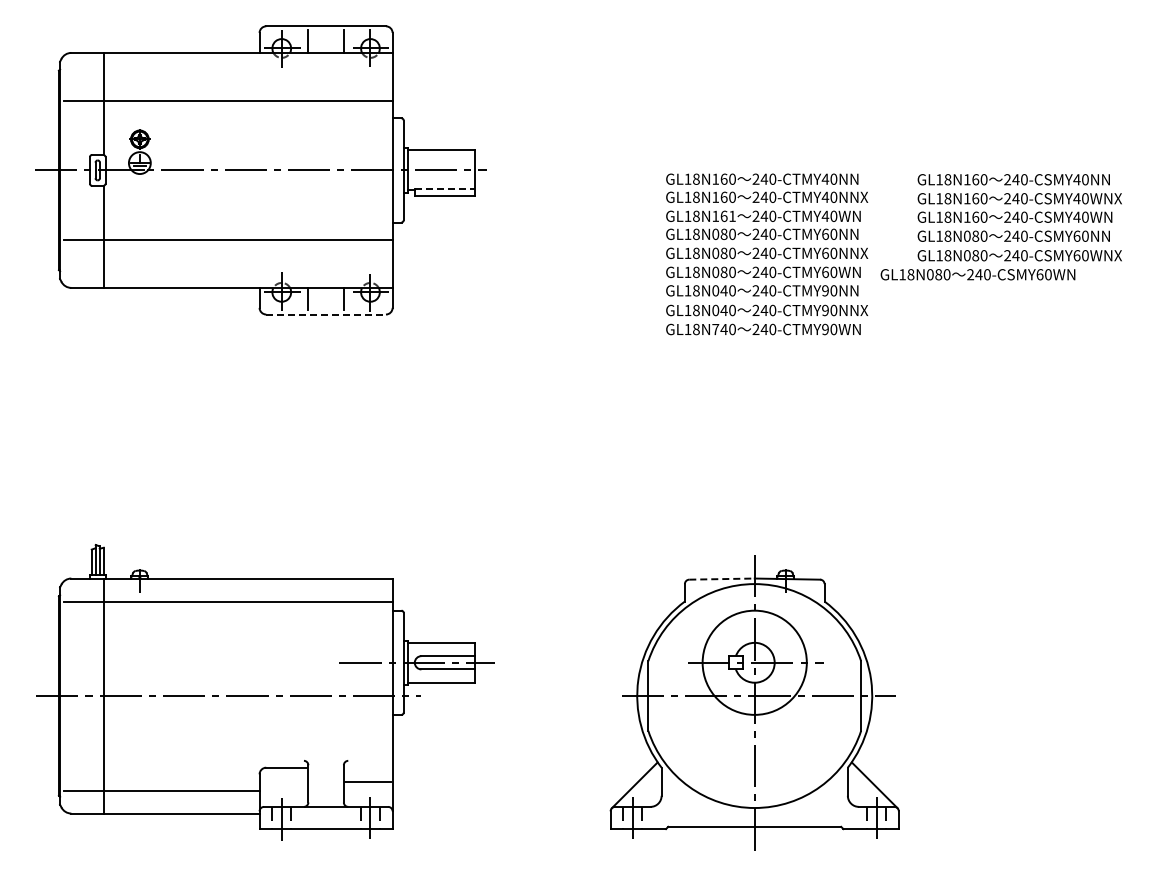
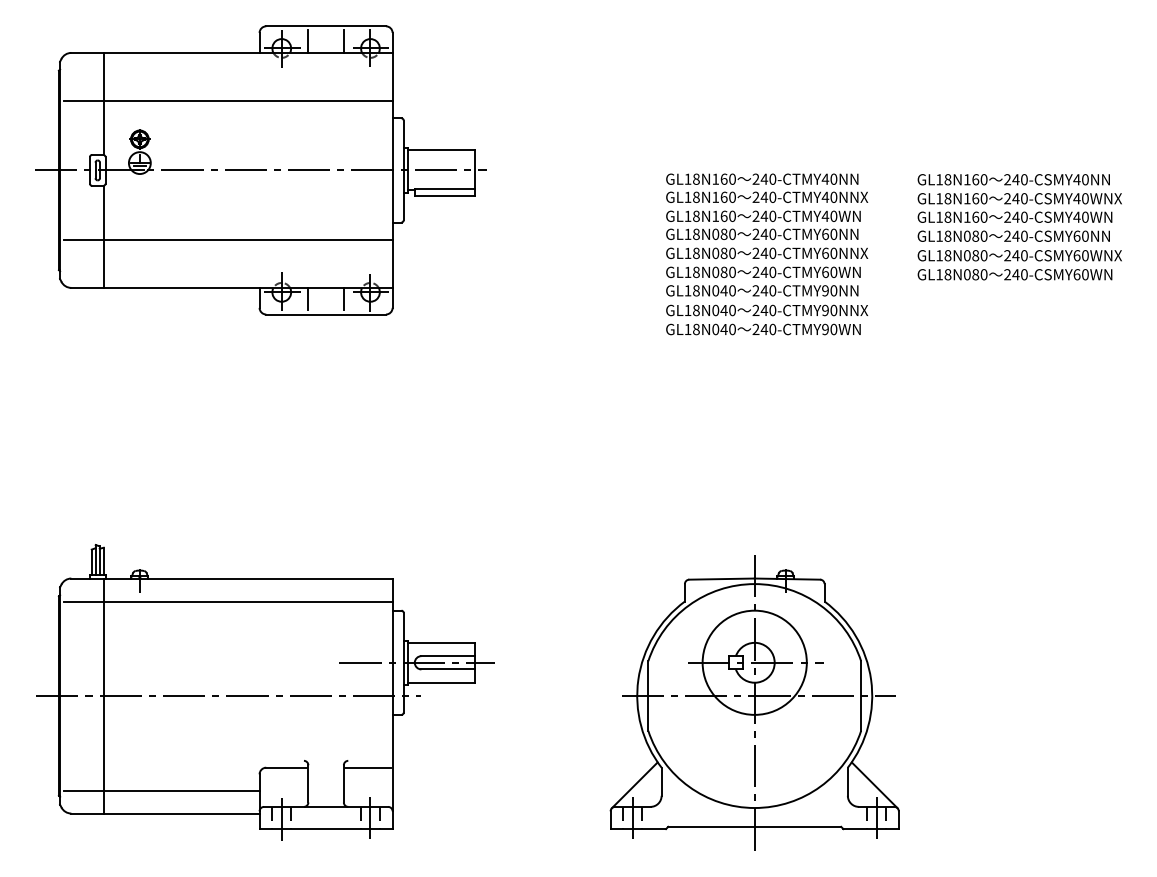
line at (444, 189): dashed -> solid
text at (732, 215): GL18N161 -> GL18N160
text at (977, 274) position: (977, 274) -> (1014, 274)
line at (326, 314): dashed -> solid
text at (715, 329): GL18N740 -> GL18N040
line at (722, 579): dashed -> solid
line at (368, 781) position: (368, 781) -> (368, 767)
